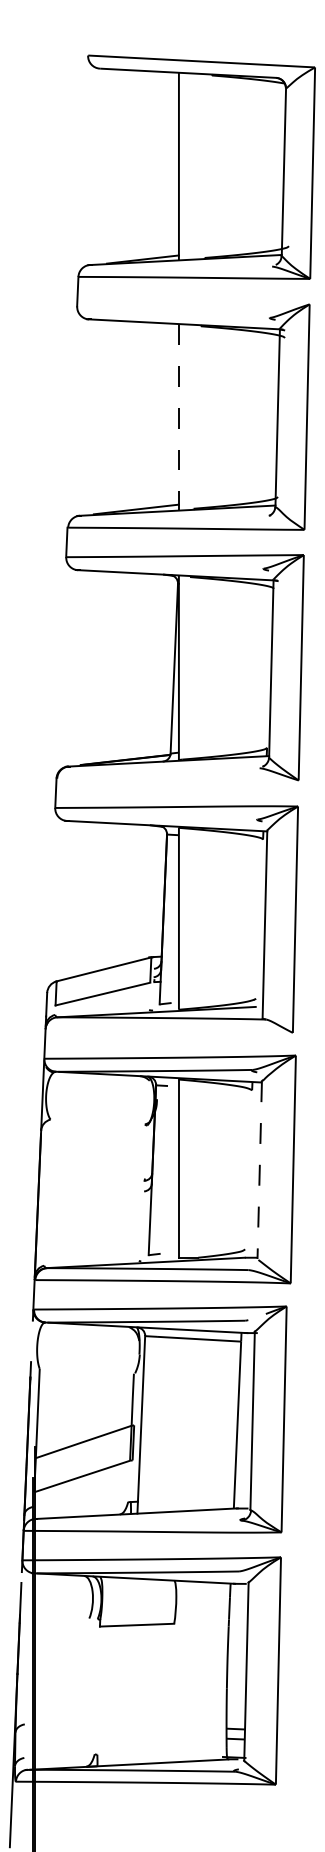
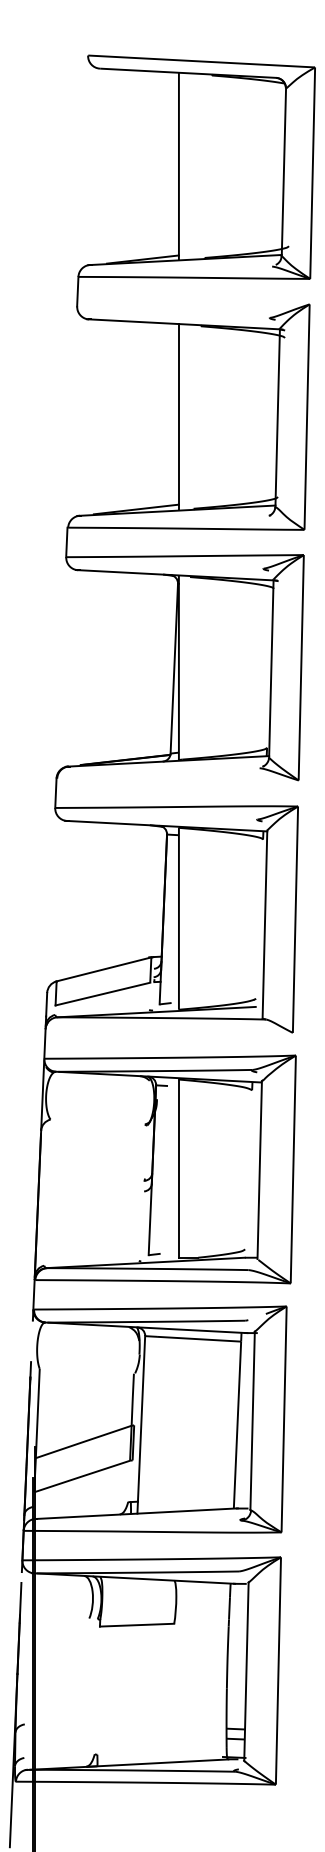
line at (178, 417): dashed -> solid
line at (259, 1170): dashed -> solid
